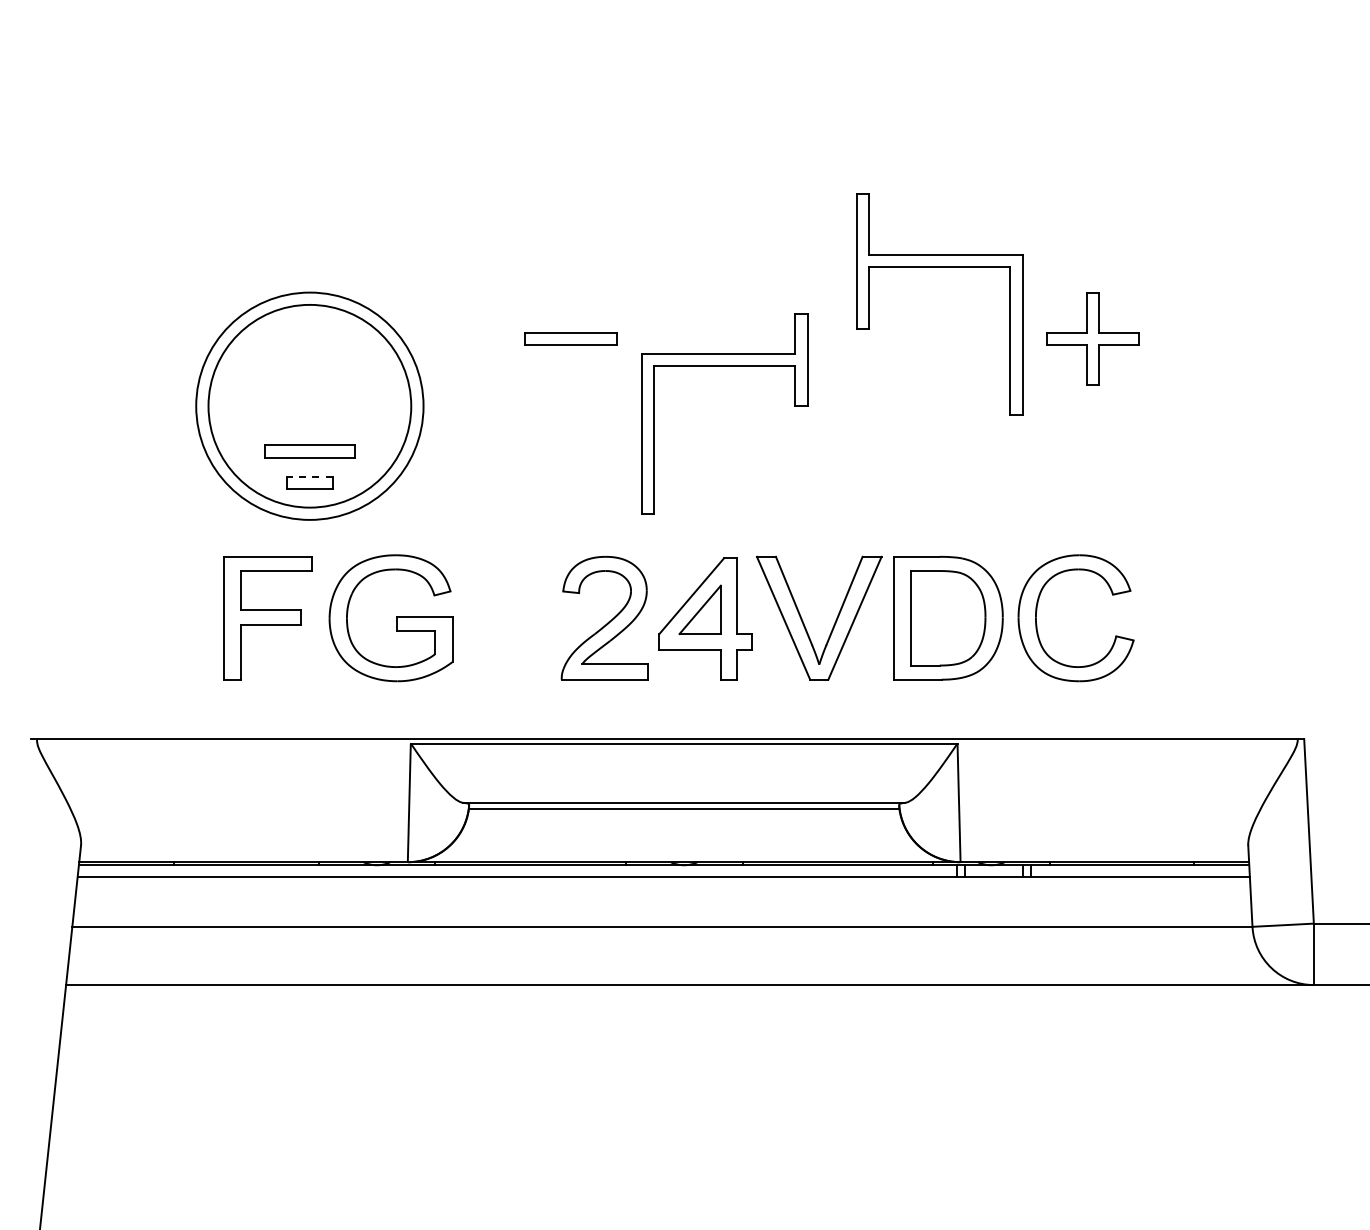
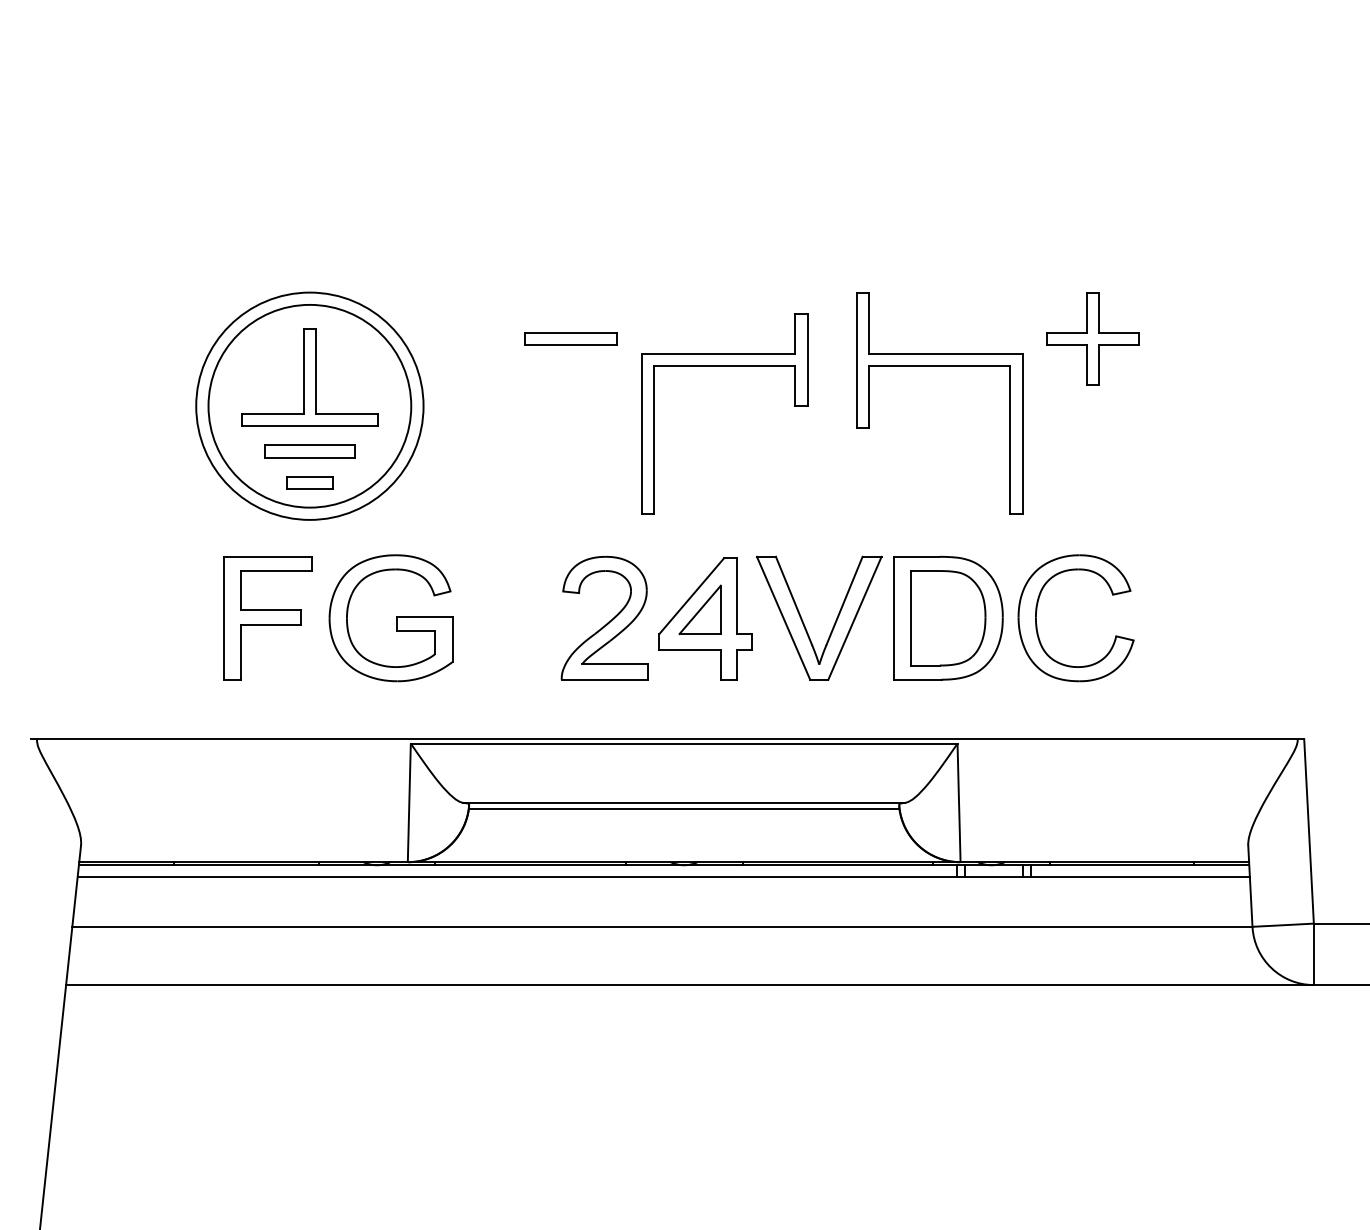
part at (939, 267) position: (939, 267) -> (939, 366)
part at (309, 377): none -> present
line at (309, 476): dashed -> solid
